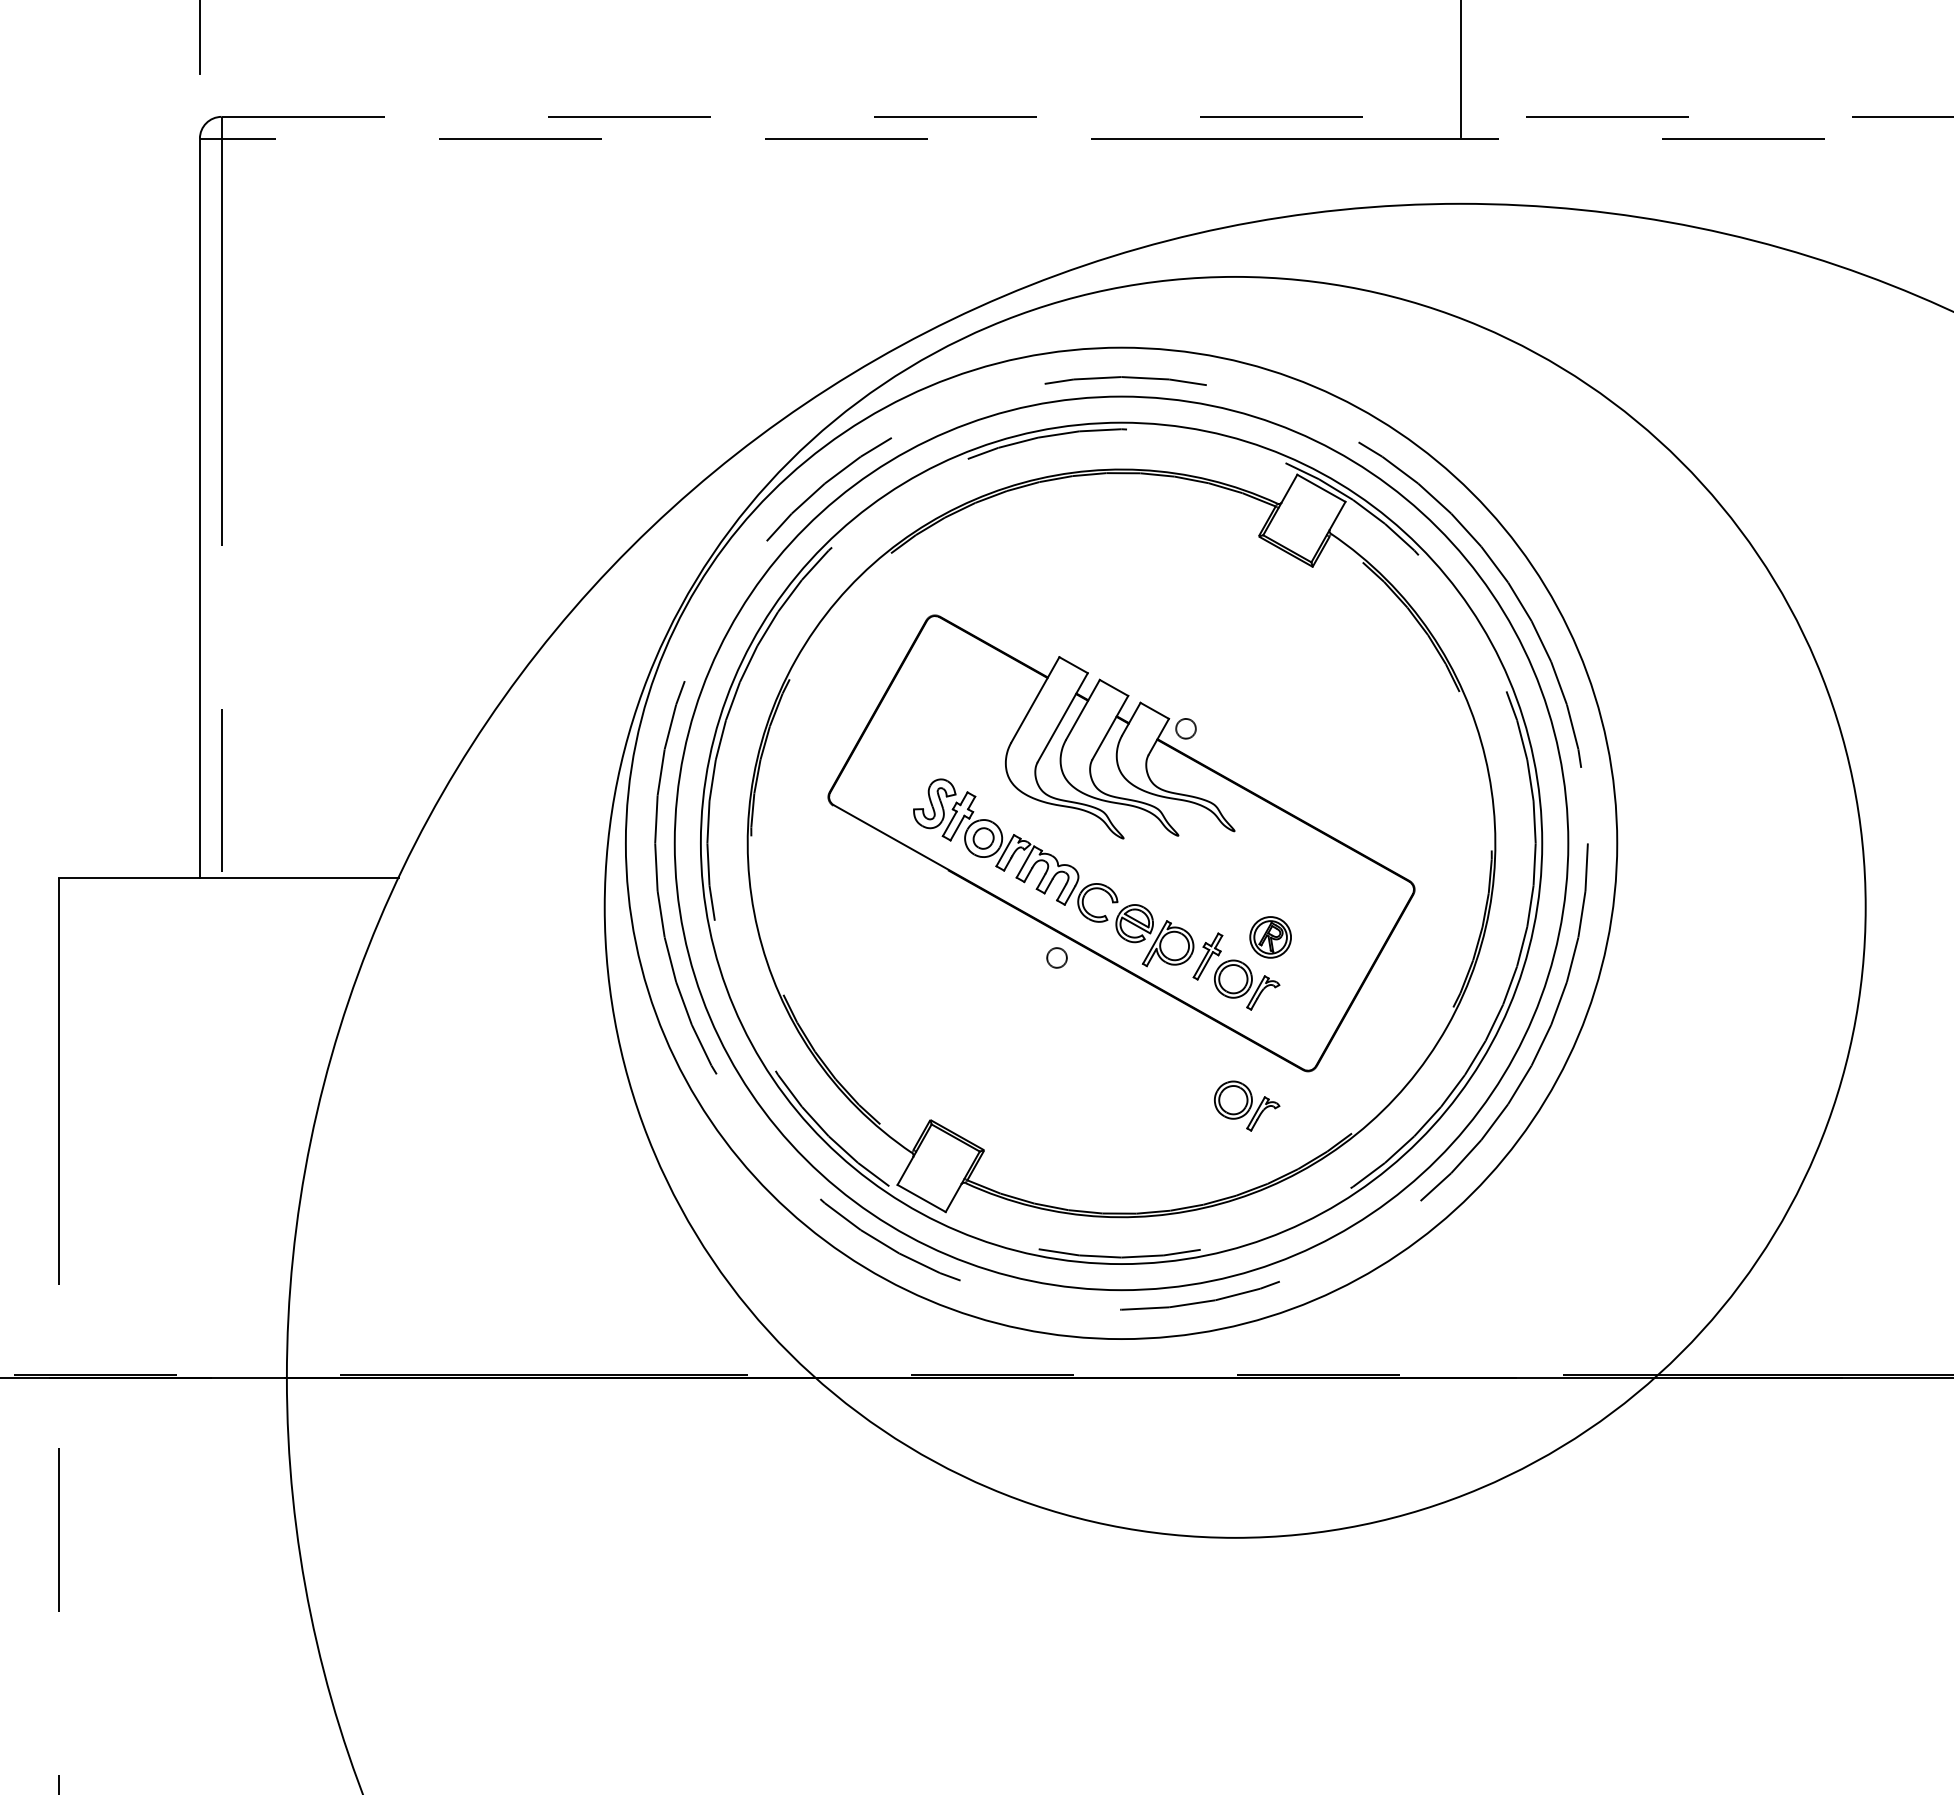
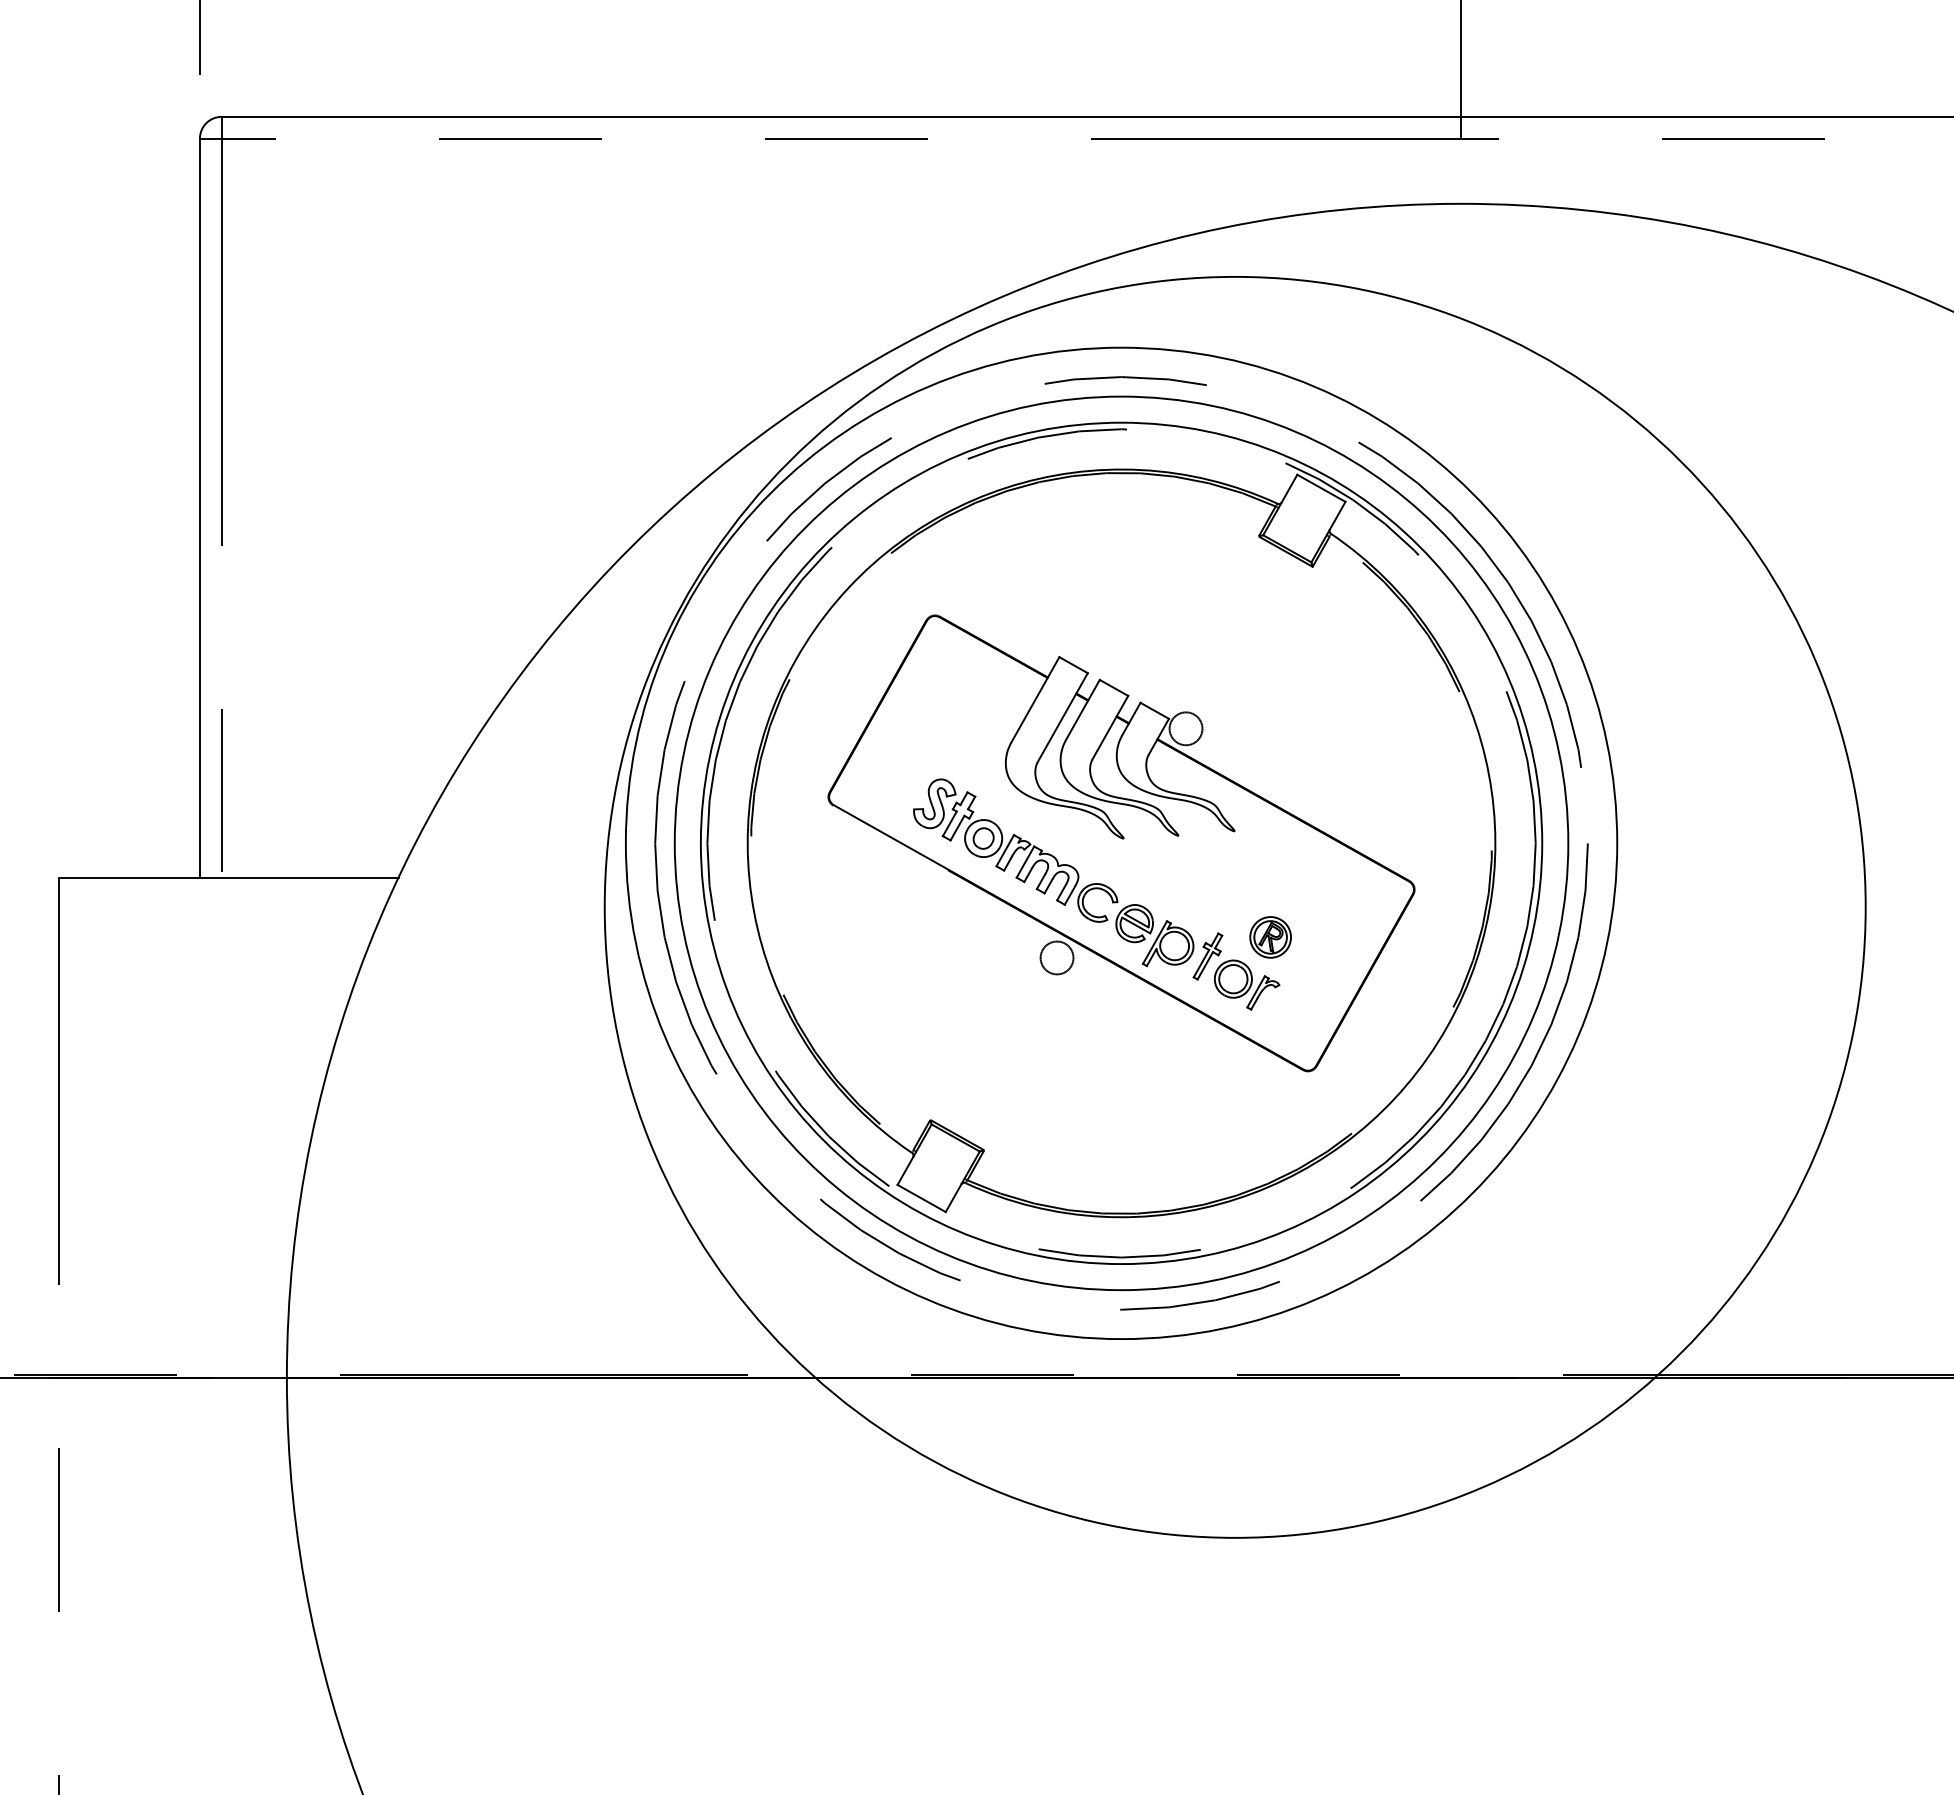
line at (1087, 116): dashed -> solid
circle at (1185, 728) diameter: 20 px -> 33 px
circle at (1056, 957) diameter: 20 px -> 33 px
part at (1247, 1105): present -> none
